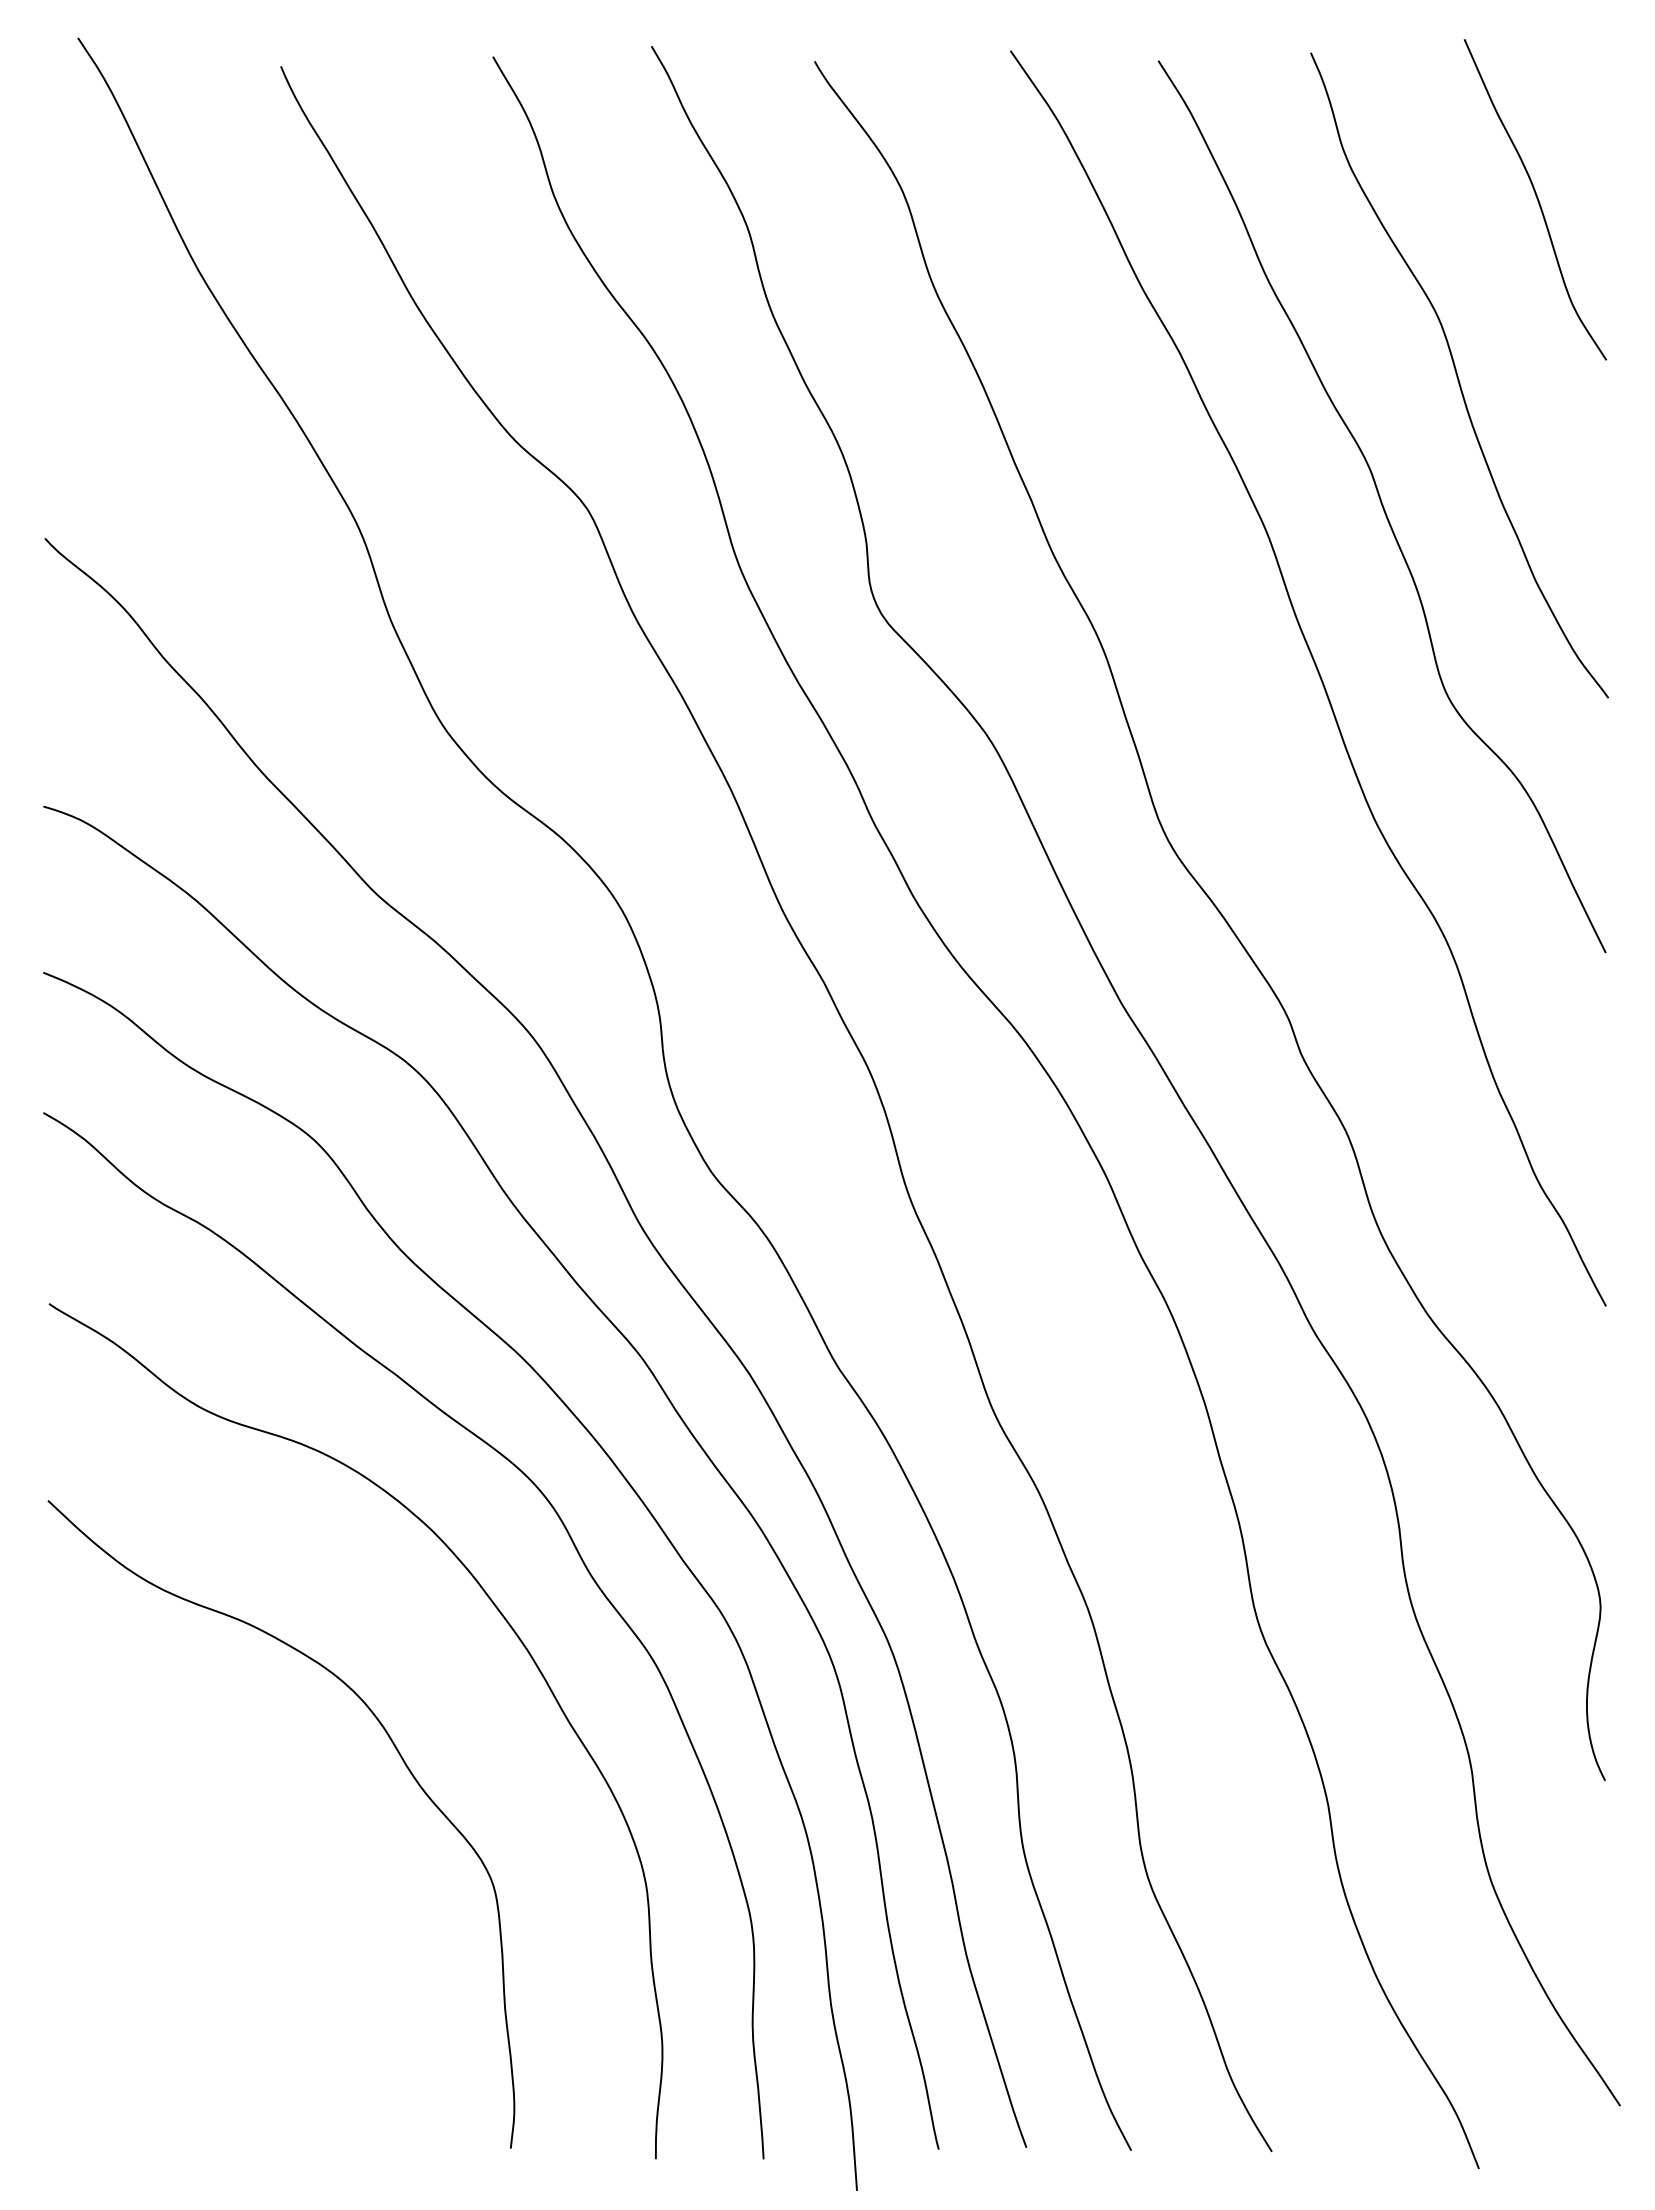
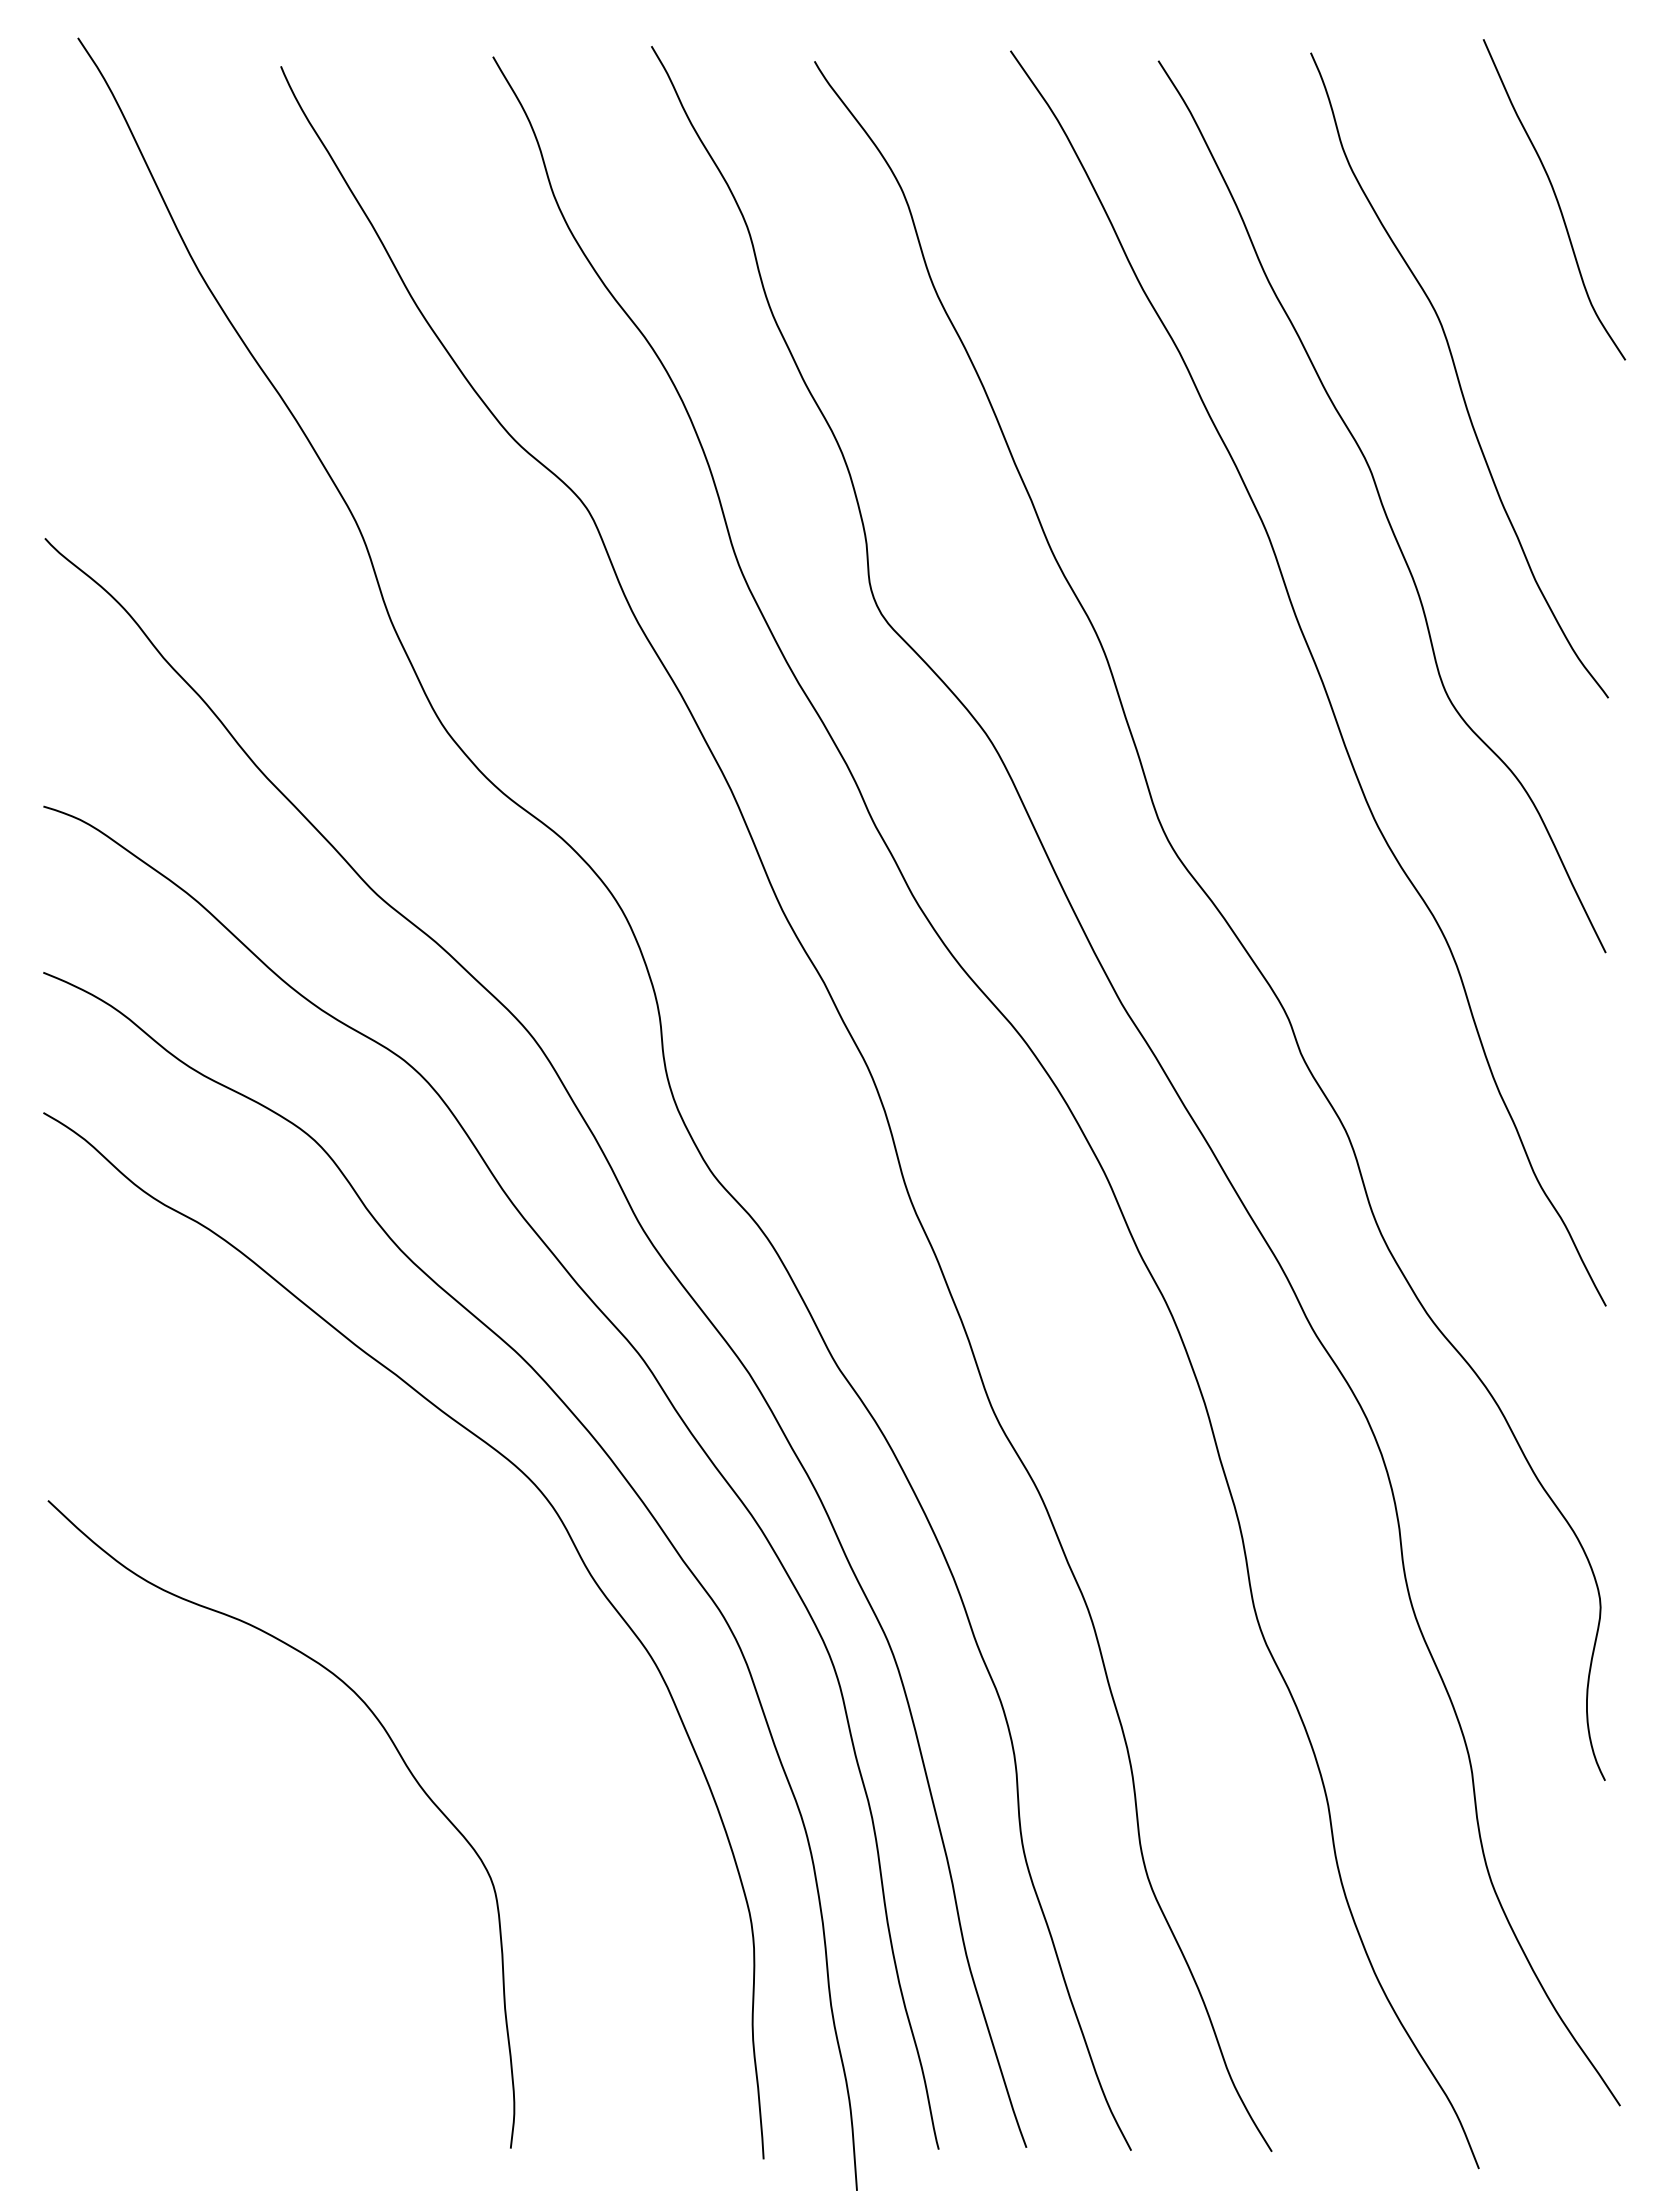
curve at (1536, 198) position: (1536, 198) -> (1555, 198)
curve at (508, 1625): present -> none
